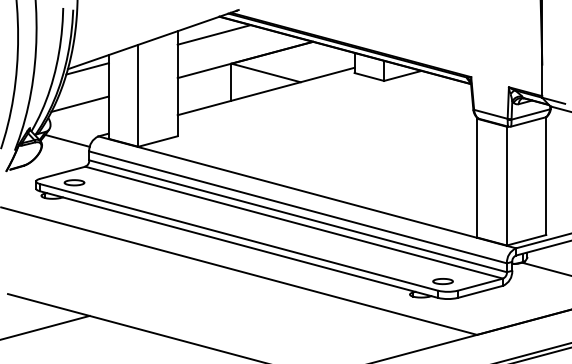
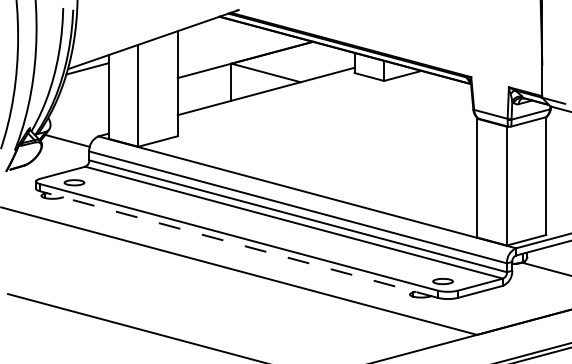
line at (213, 34): present -> none
line at (79, 103): present -> none
line at (238, 244): solid -> dashed
line at (45, 327): present -> none
